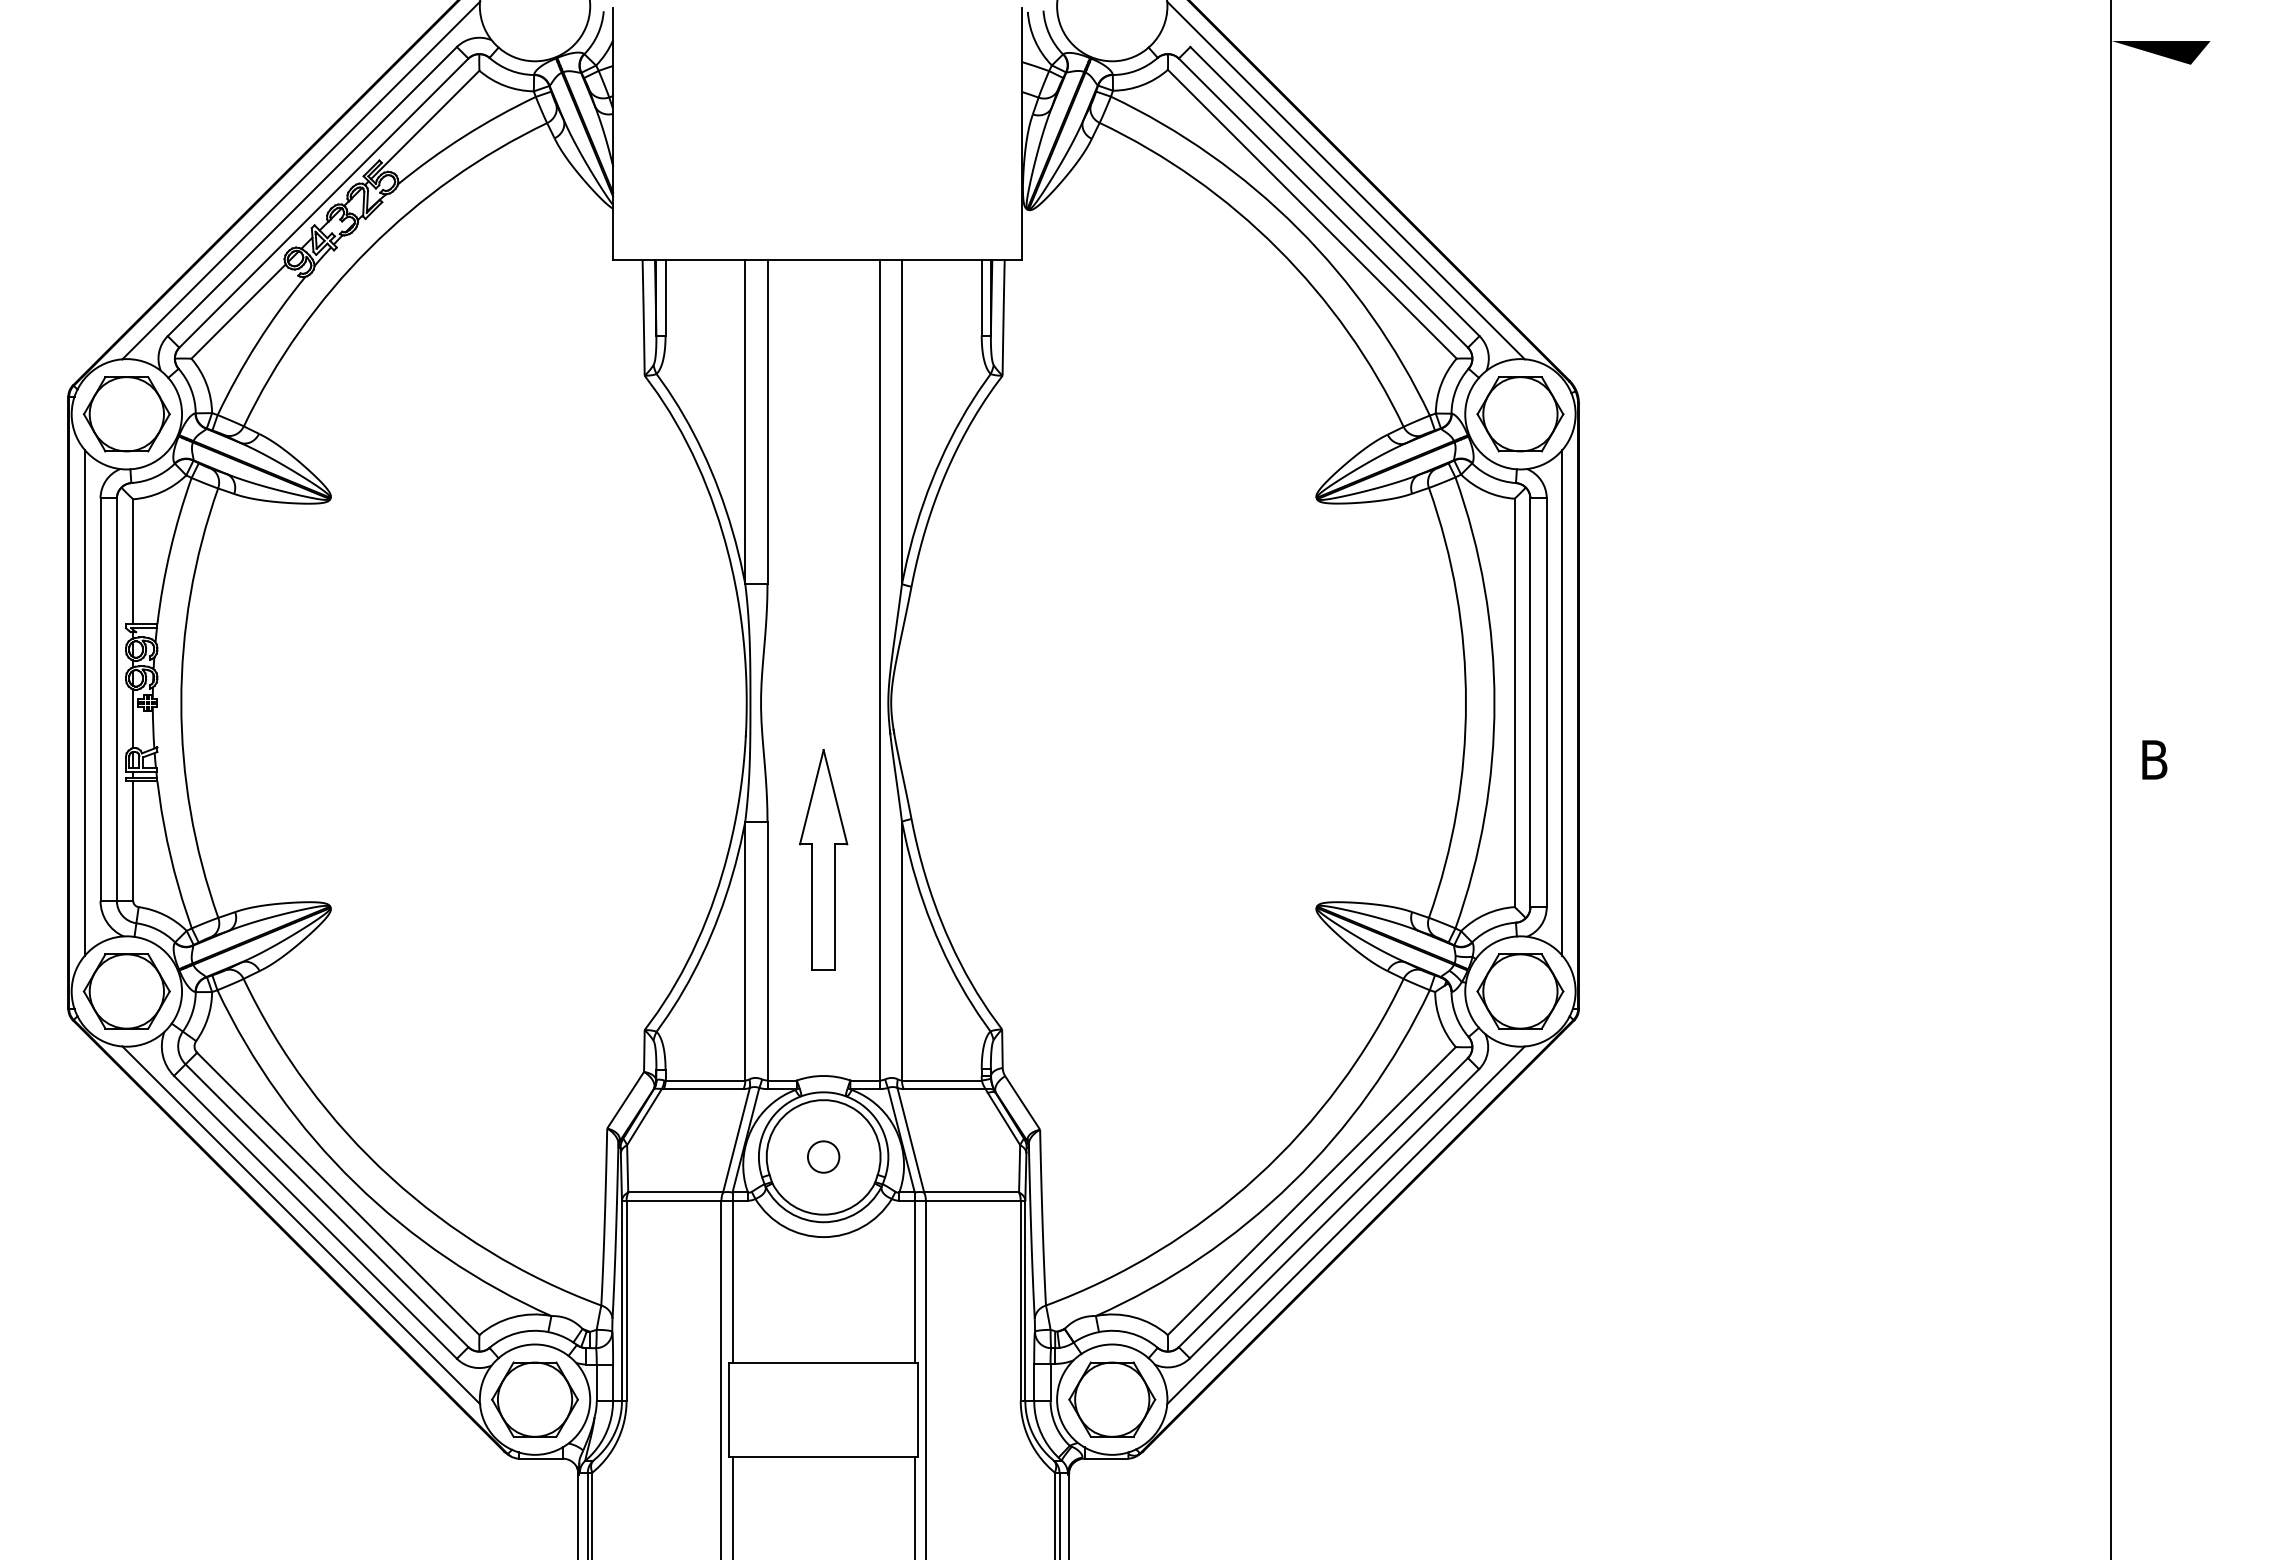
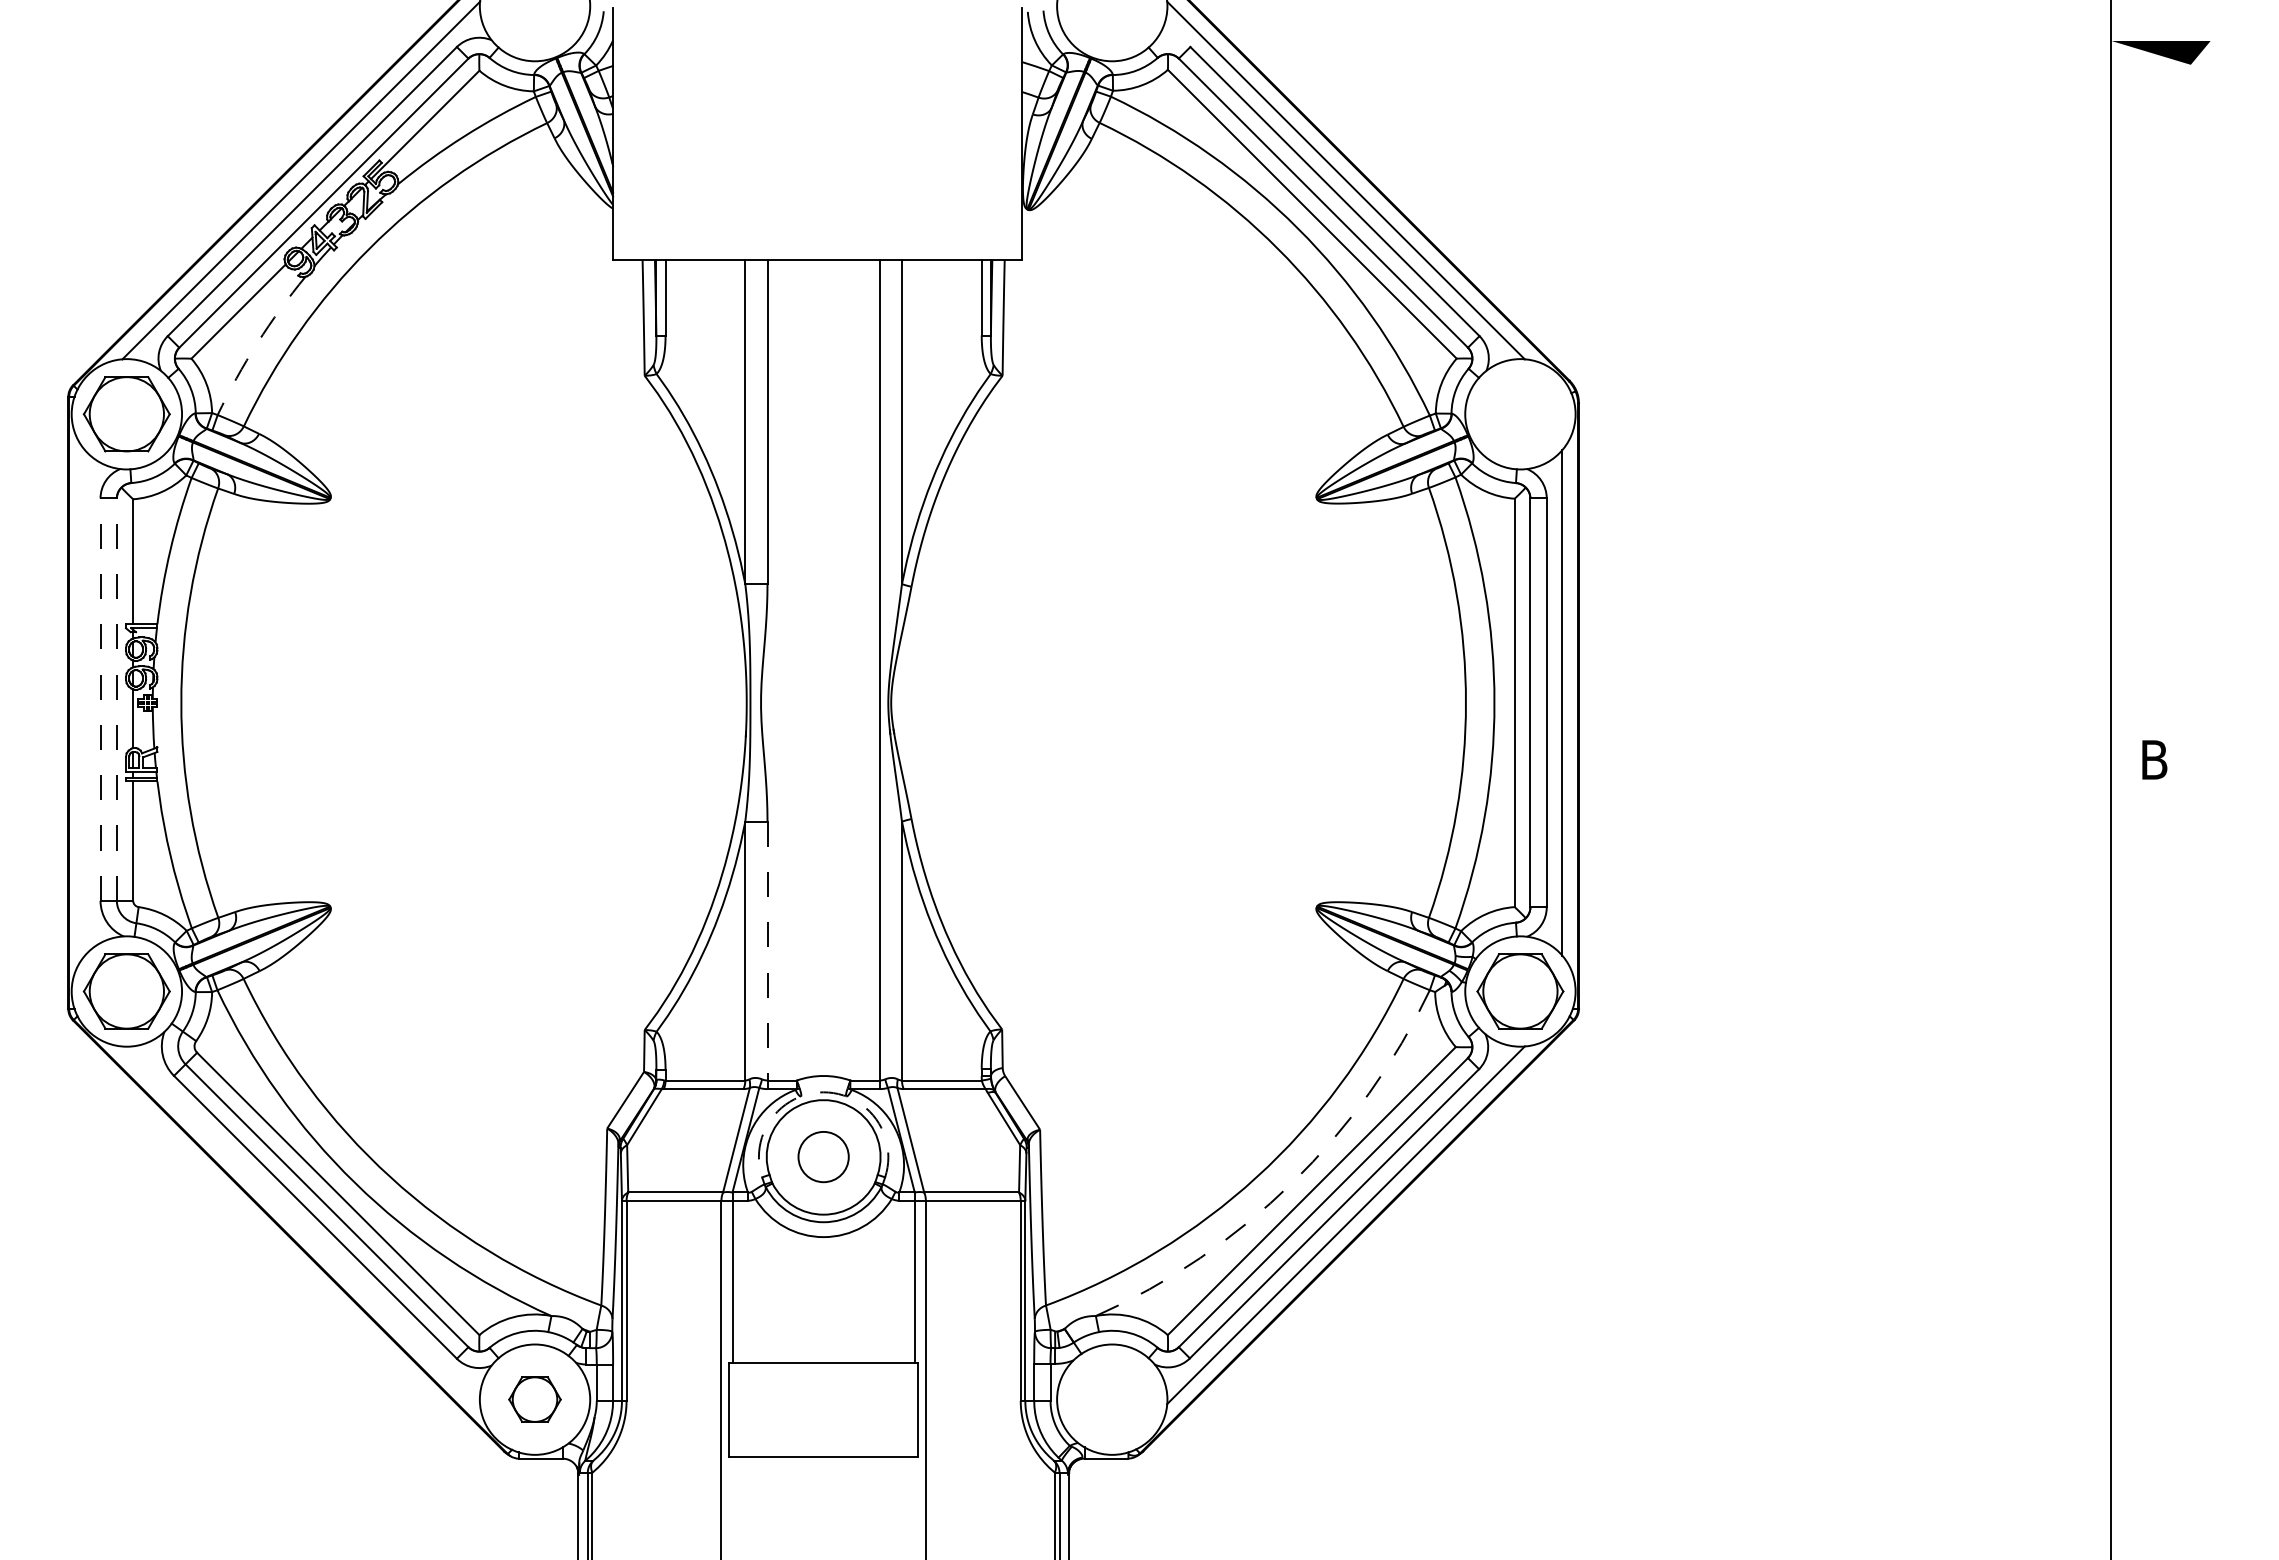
arc at (257, 343): solid -> dashed
part at (1520, 414): present -> none
line at (100, 699): solid -> dashed
line at (116, 699): solid -> dashed
line at (84, 702): present -> none
part at (823, 859): present -> none
line at (767, 955): solid -> dashed
arc at (823, 1092): solid -> dashed
circle at (823, 1156) diameter: 31 px -> 50 px
arc at (1292, 1183): solid -> dashed
line at (301, 1225): present -> none
part at (534, 1399) size: 88x77 px -> 54x47 px
part at (1112, 1399): present -> none
line at (732, 1506): present -> none
line at (914, 1506): present -> none
